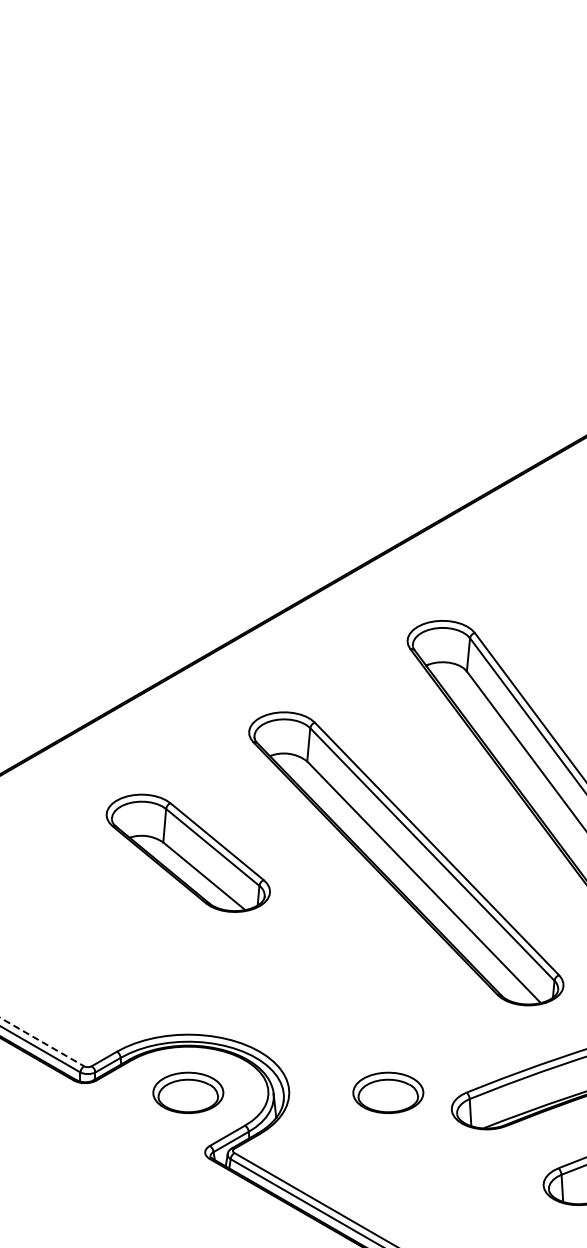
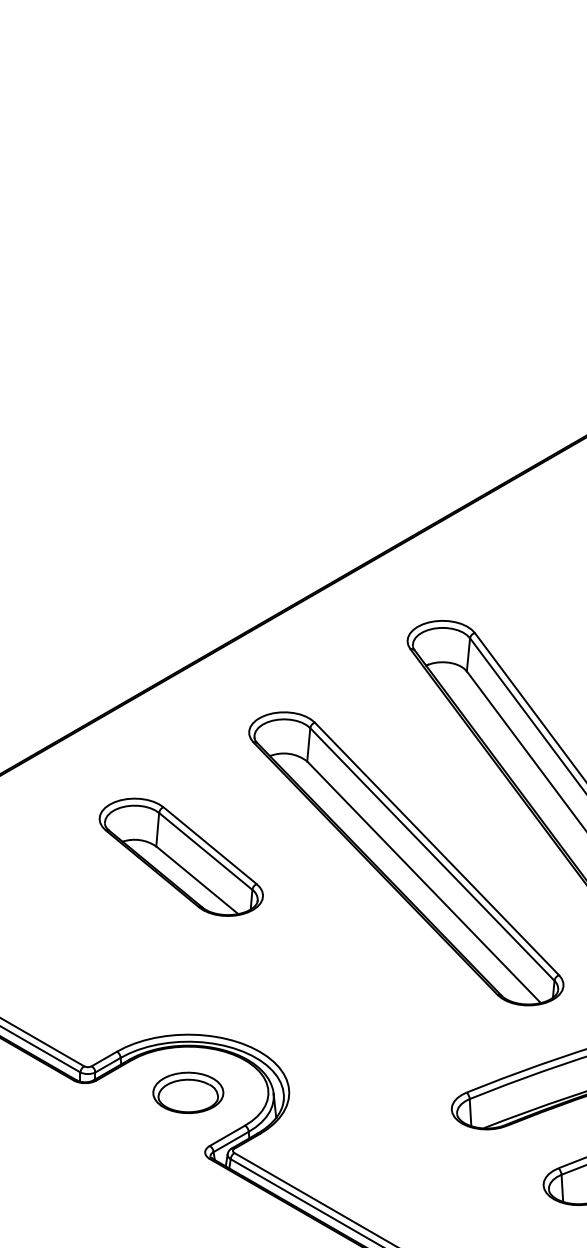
part at (187, 852) position: (187, 852) -> (180, 856)
line at (42, 1042): dashed -> solid
part at (388, 1092): present -> none
